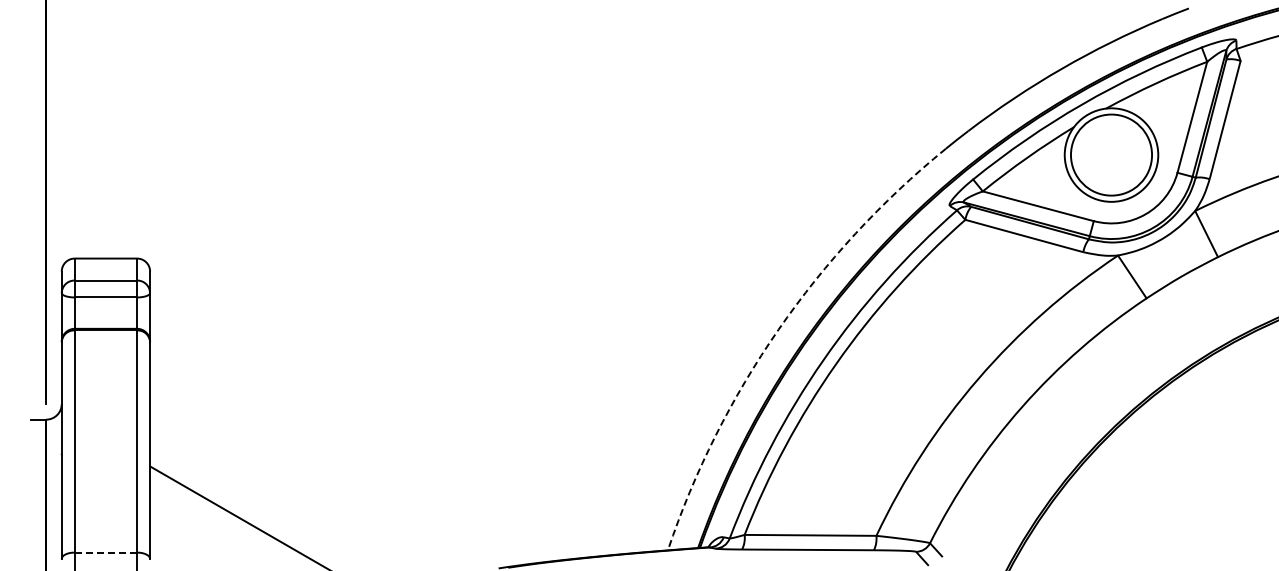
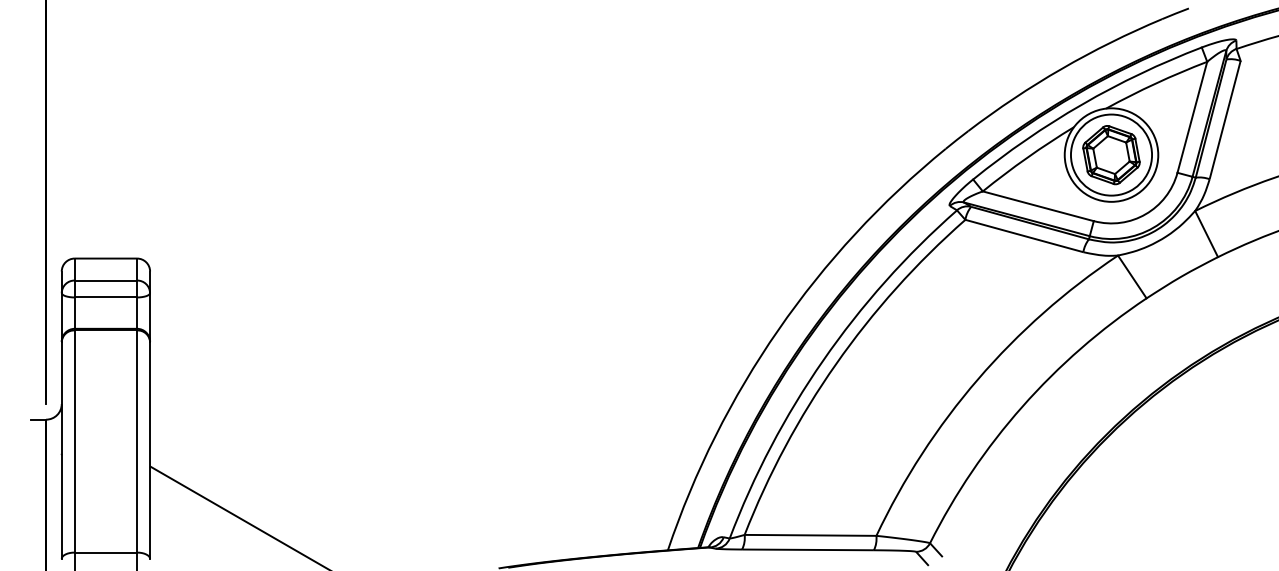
part at (1111, 155): none -> present
arc at (778, 329): dashed -> solid
line at (106, 552): dashed -> solid
